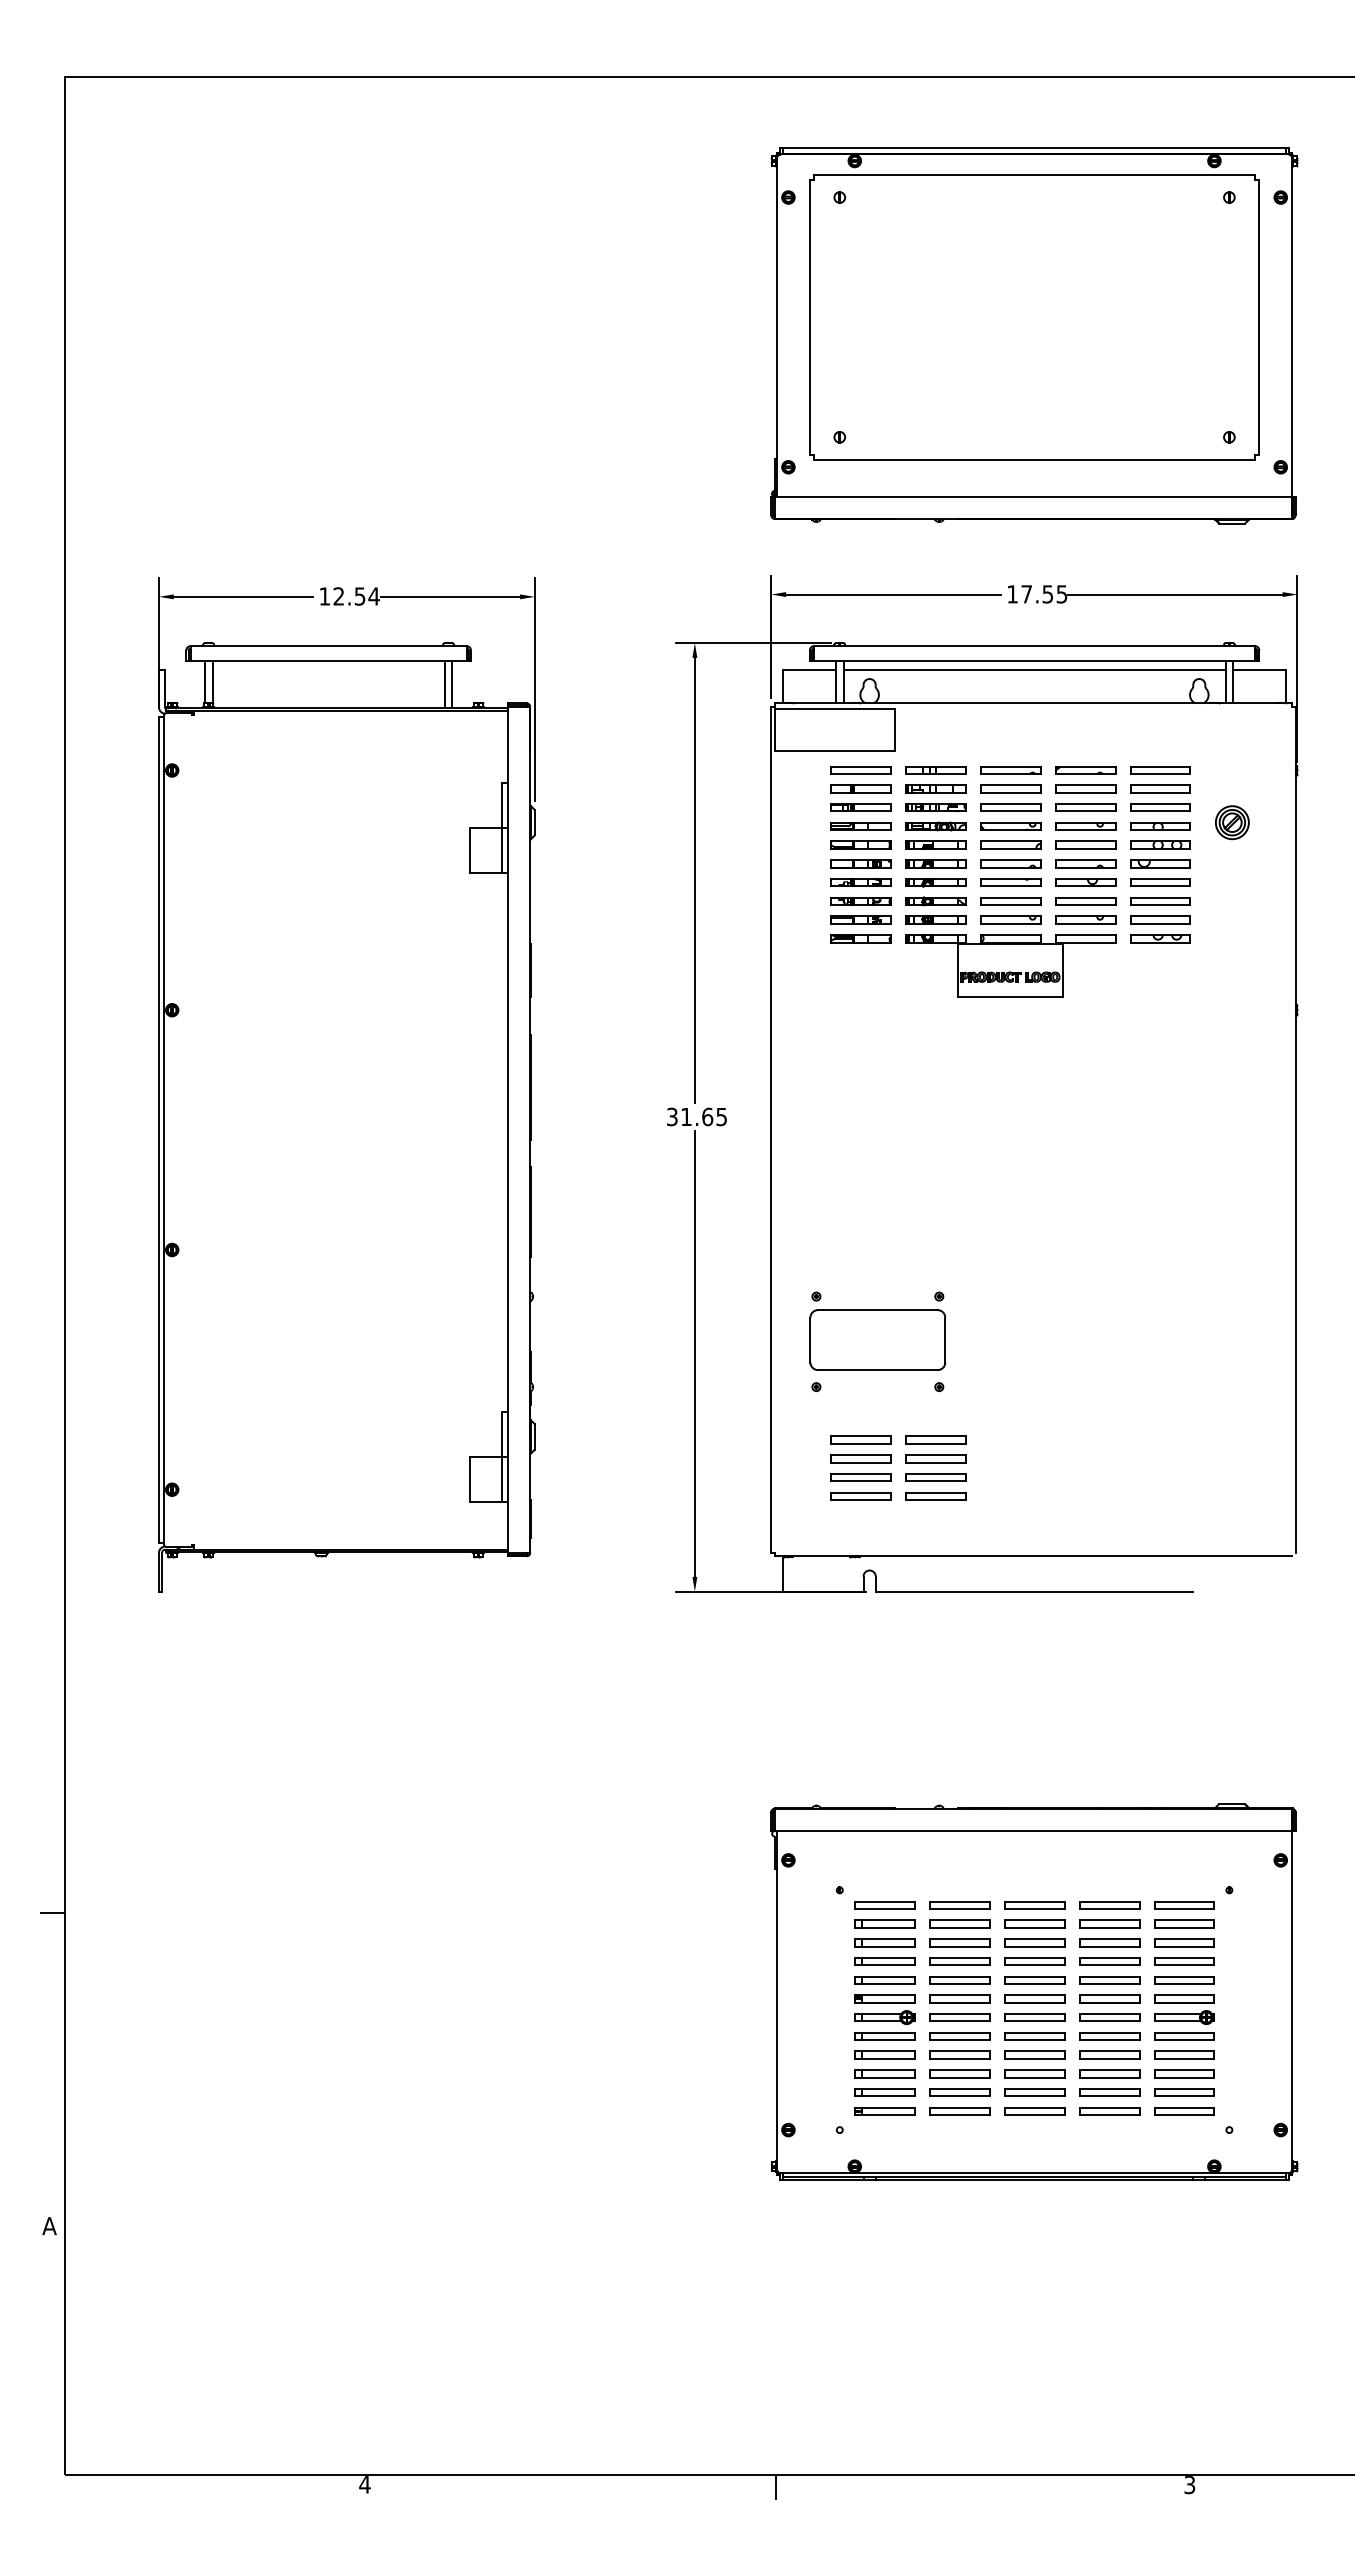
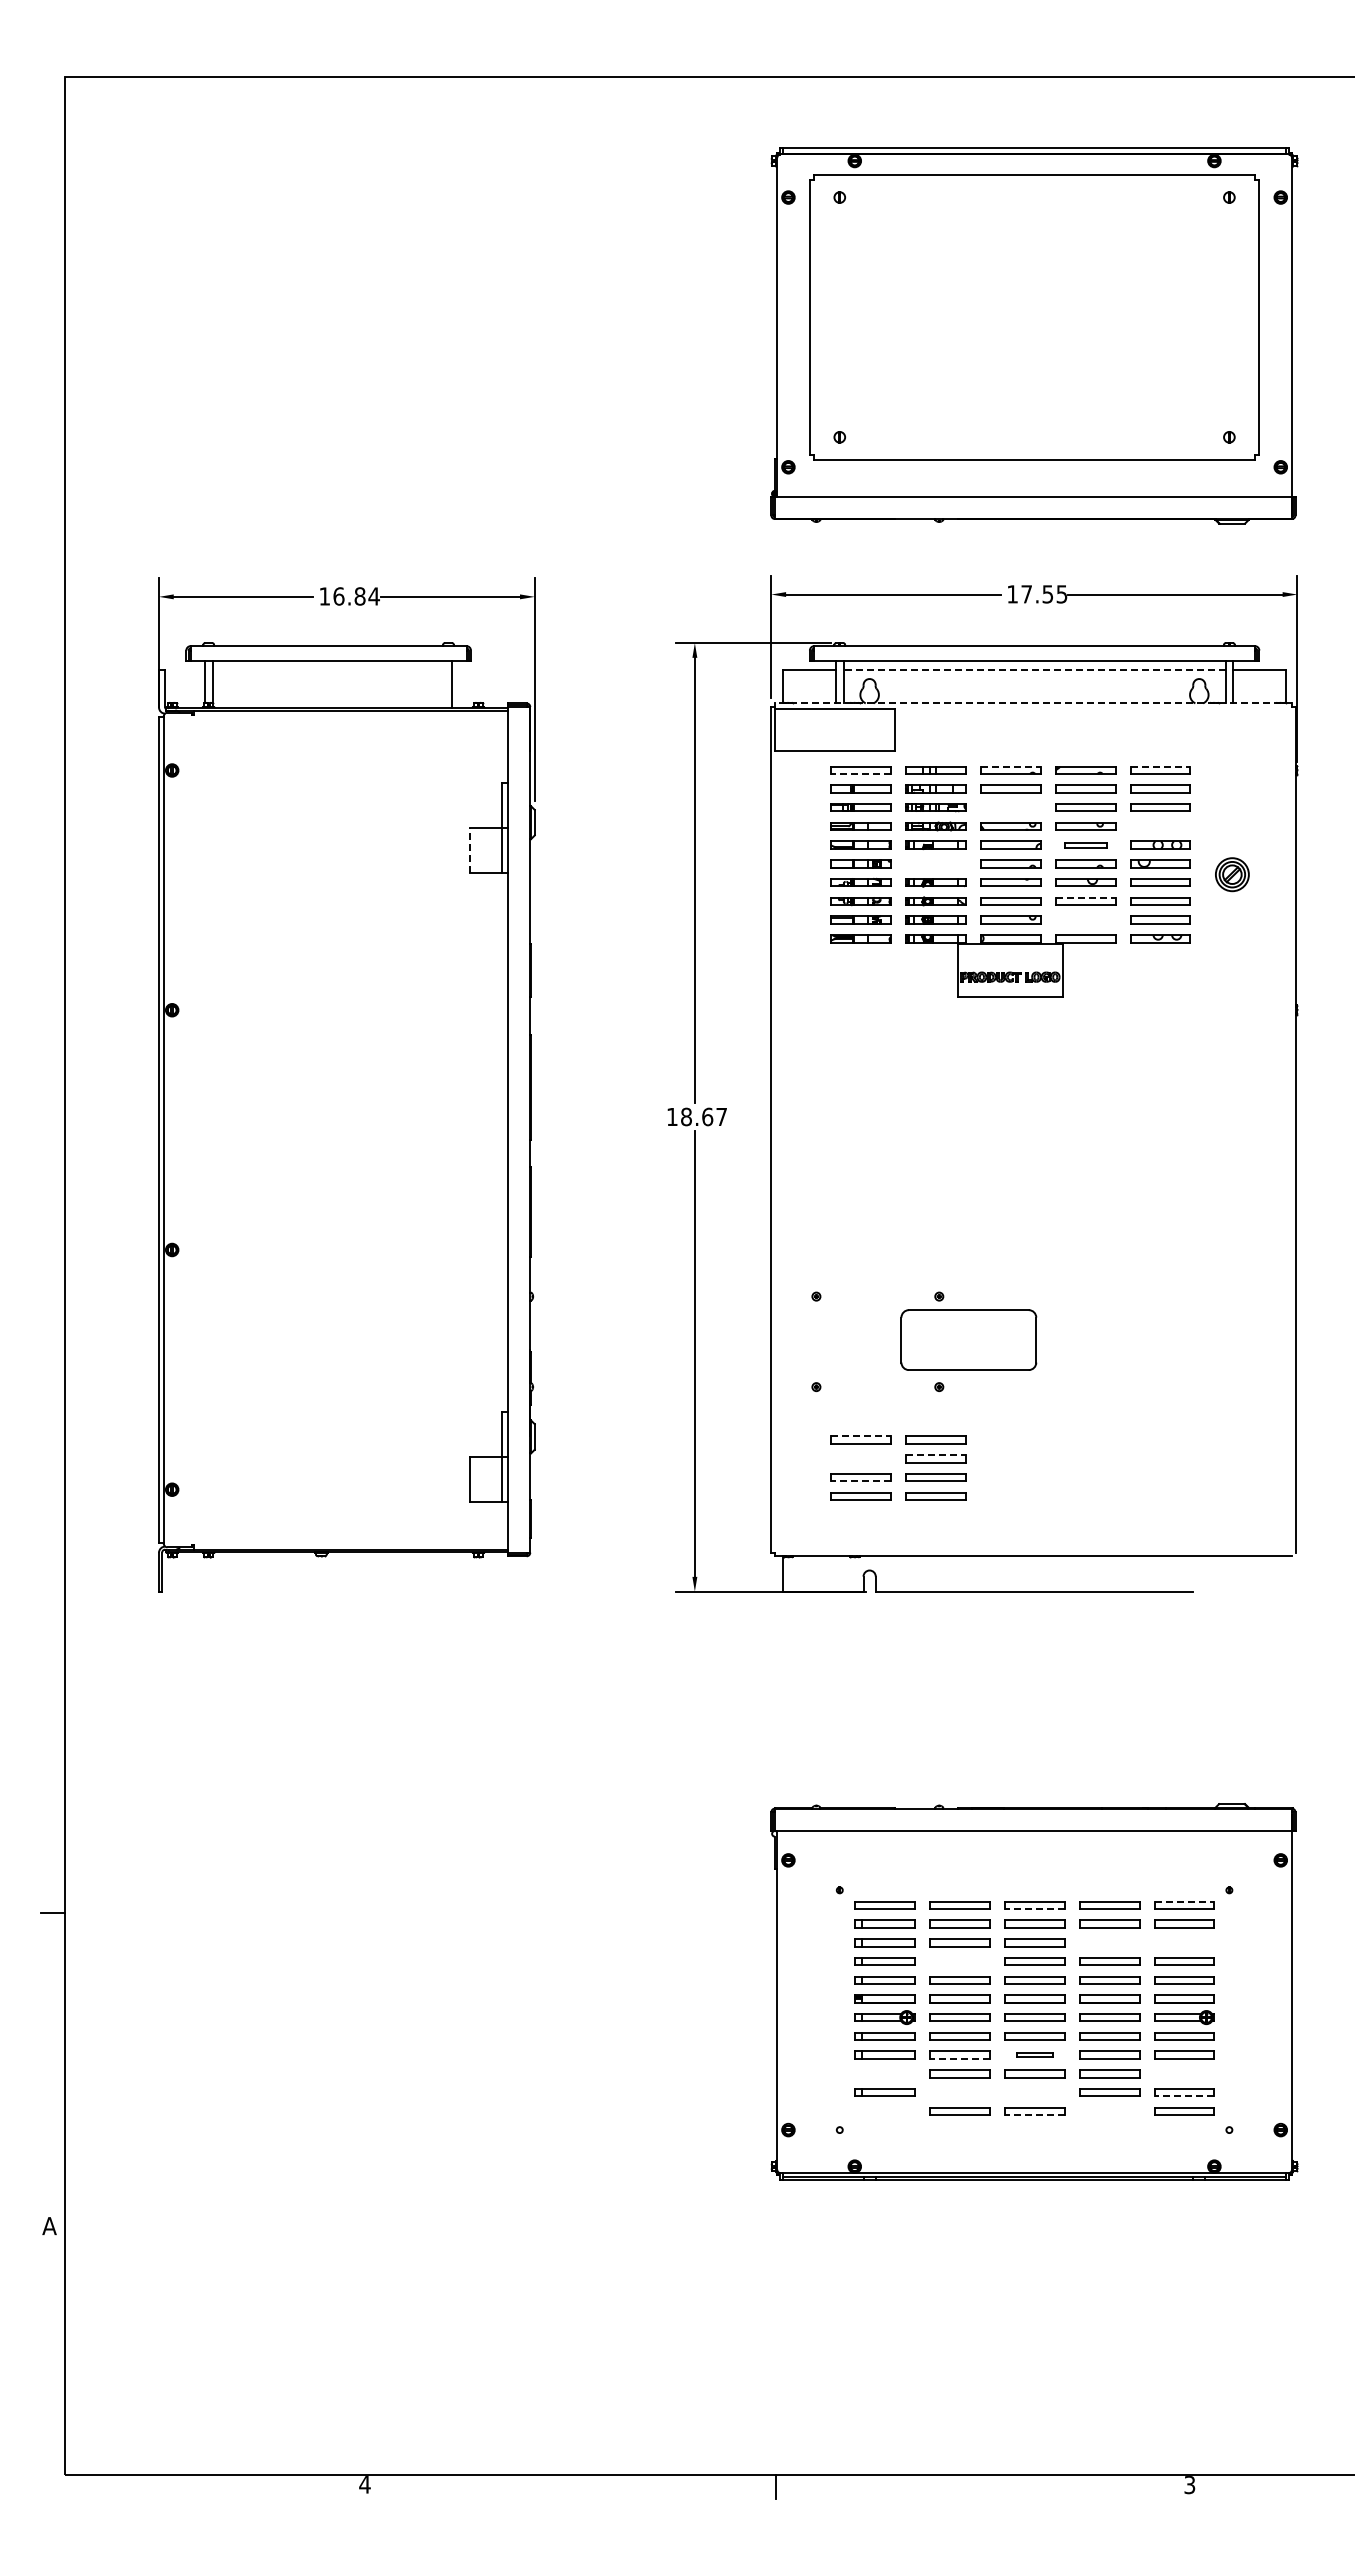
text at (349, 596): 12.54 -> 16.84
line at (1034, 670): solid -> dashed
line at (444, 684): present -> none
line at (1032, 703): solid -> dashed
line at (1010, 766): solid -> dashed
line at (1160, 766): solid -> dashed
line at (860, 774): solid -> dashed
part at (1010, 807): present -> none
part at (1232, 822) position: (1232, 822) -> (1232, 874)
part at (1160, 826): present -> none
part at (1085, 844) size: 62x10 px -> 44x7 px
line at (469, 849): solid -> dashed
part at (935, 863): present -> none
line at (1085, 897): solid -> dashed
part at (1085, 919): present -> none
text at (696, 1116): 31.65 -> 18.67
part at (877, 1339) position: (877, 1339) -> (968, 1339)
line at (860, 1436): solid -> dashed
line at (935, 1455): solid -> dashed
part at (860, 1458): present -> none
line at (860, 1481): solid -> dashed
line at (1184, 1901): solid -> dashed
line at (1034, 1909): solid -> dashed
part at (1109, 1942): present -> none
part at (1184, 1942): present -> none
part at (959, 1961): present -> none
part at (1034, 2054) size: 62x10 px -> 38x6 px
line at (959, 2058): solid -> dashed
part at (884, 2073): present -> none
part at (1184, 2073): present -> none
part at (959, 2092): present -> none
part at (1034, 2092): present -> none
line at (1184, 2096): solid -> dashed
part at (884, 2111): present -> none
part at (1109, 2111): present -> none
line at (1034, 2115): solid -> dashed
